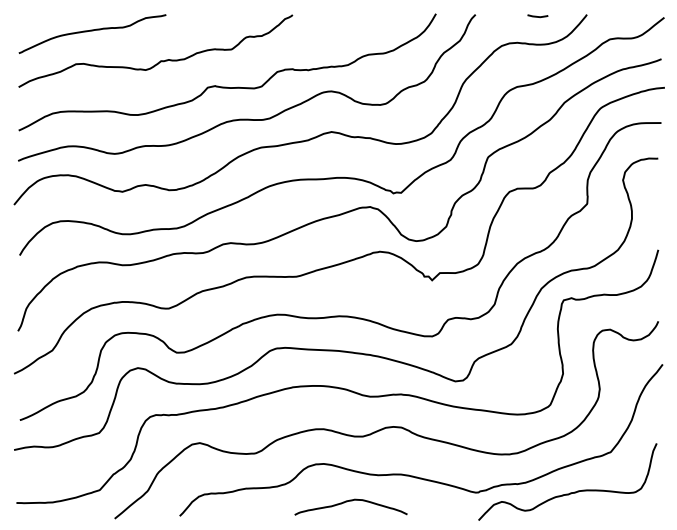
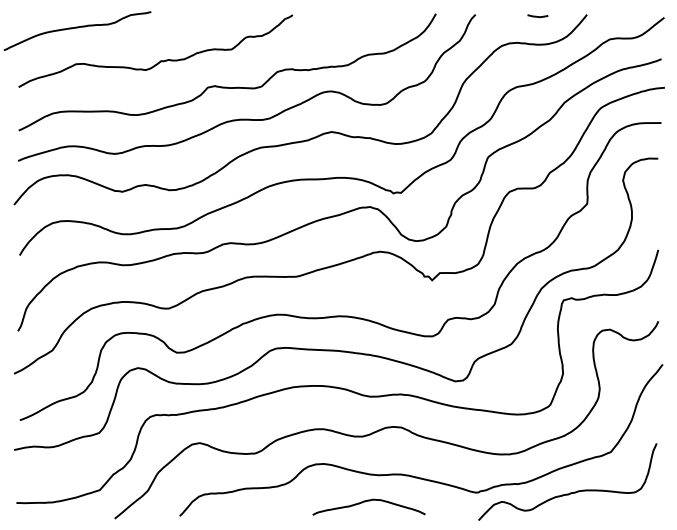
curve at (92, 31) position: (92, 31) -> (77, 28)
curve at (350, 501) position: (350, 501) -> (368, 501)
